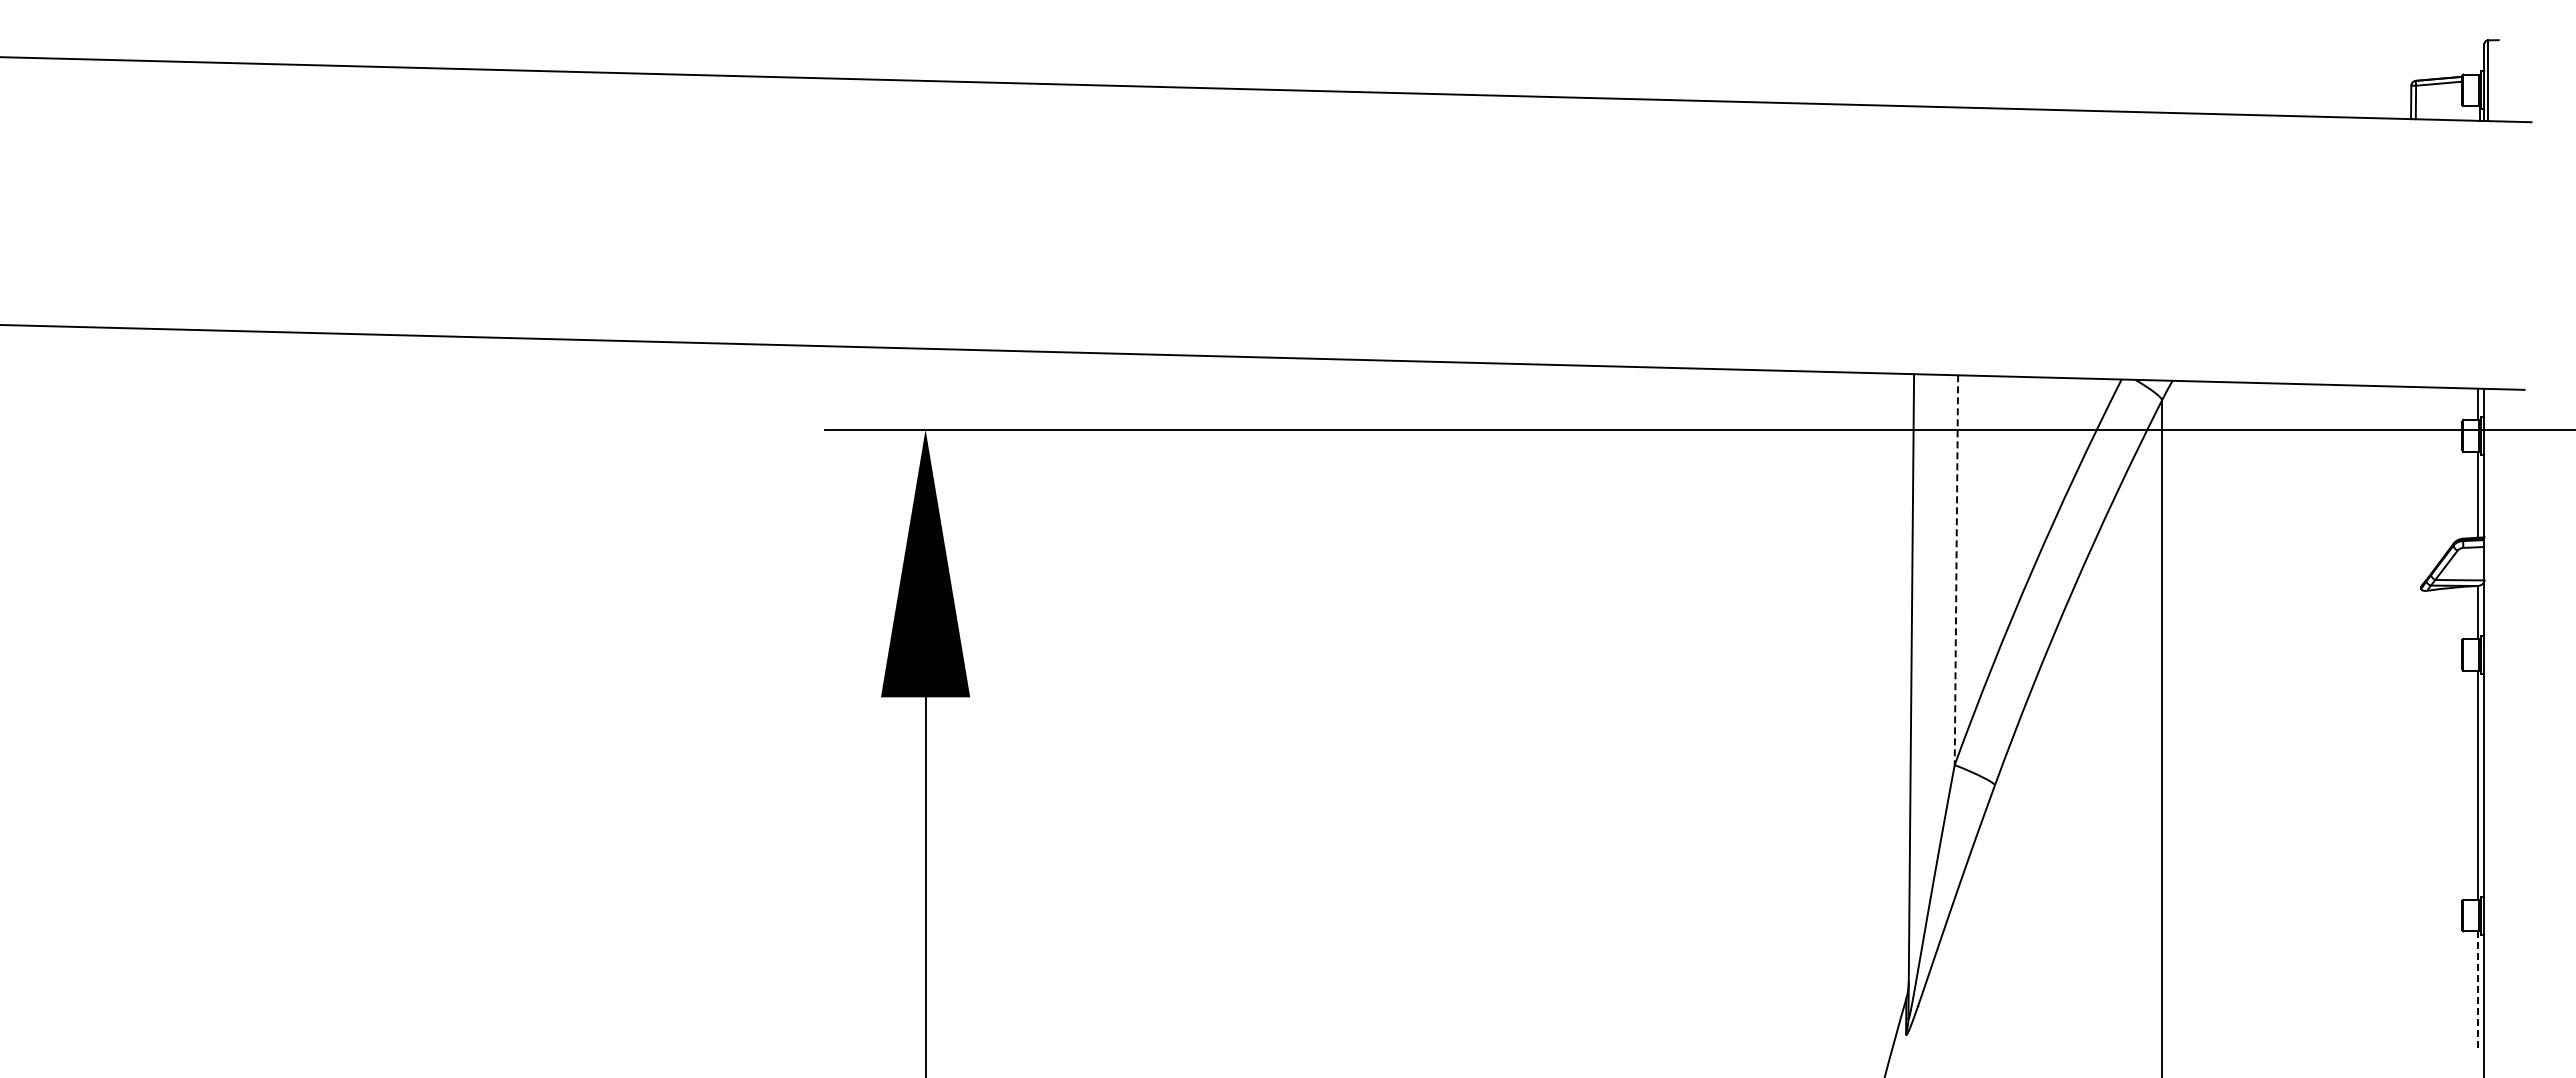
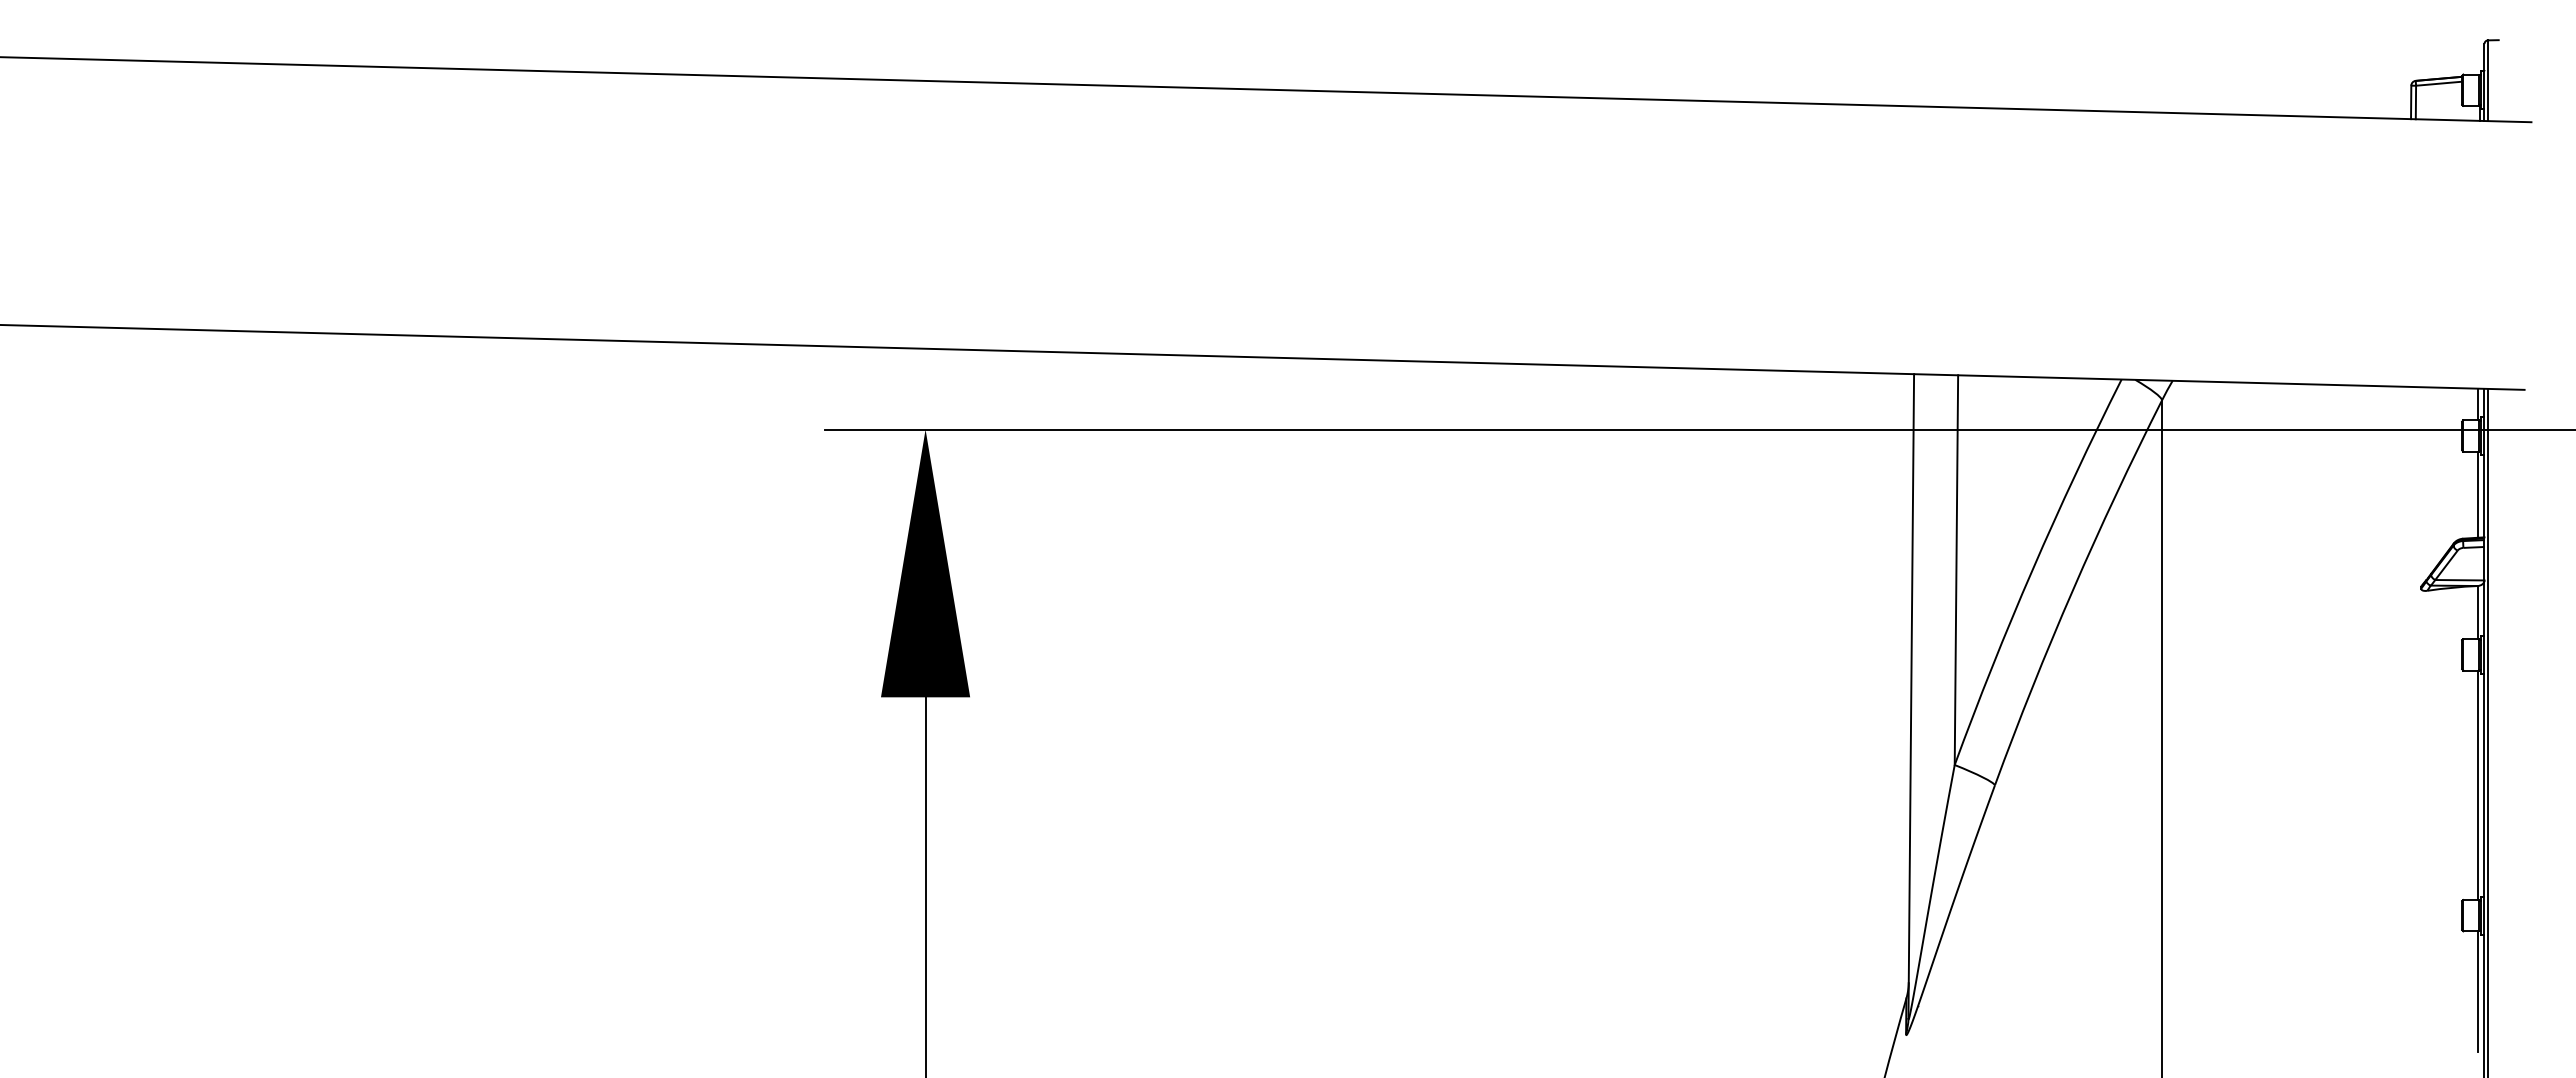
line at (1956, 570): dashed -> solid
line at (2488, 731): none -> present
line at (2477, 991): dashed -> solid
